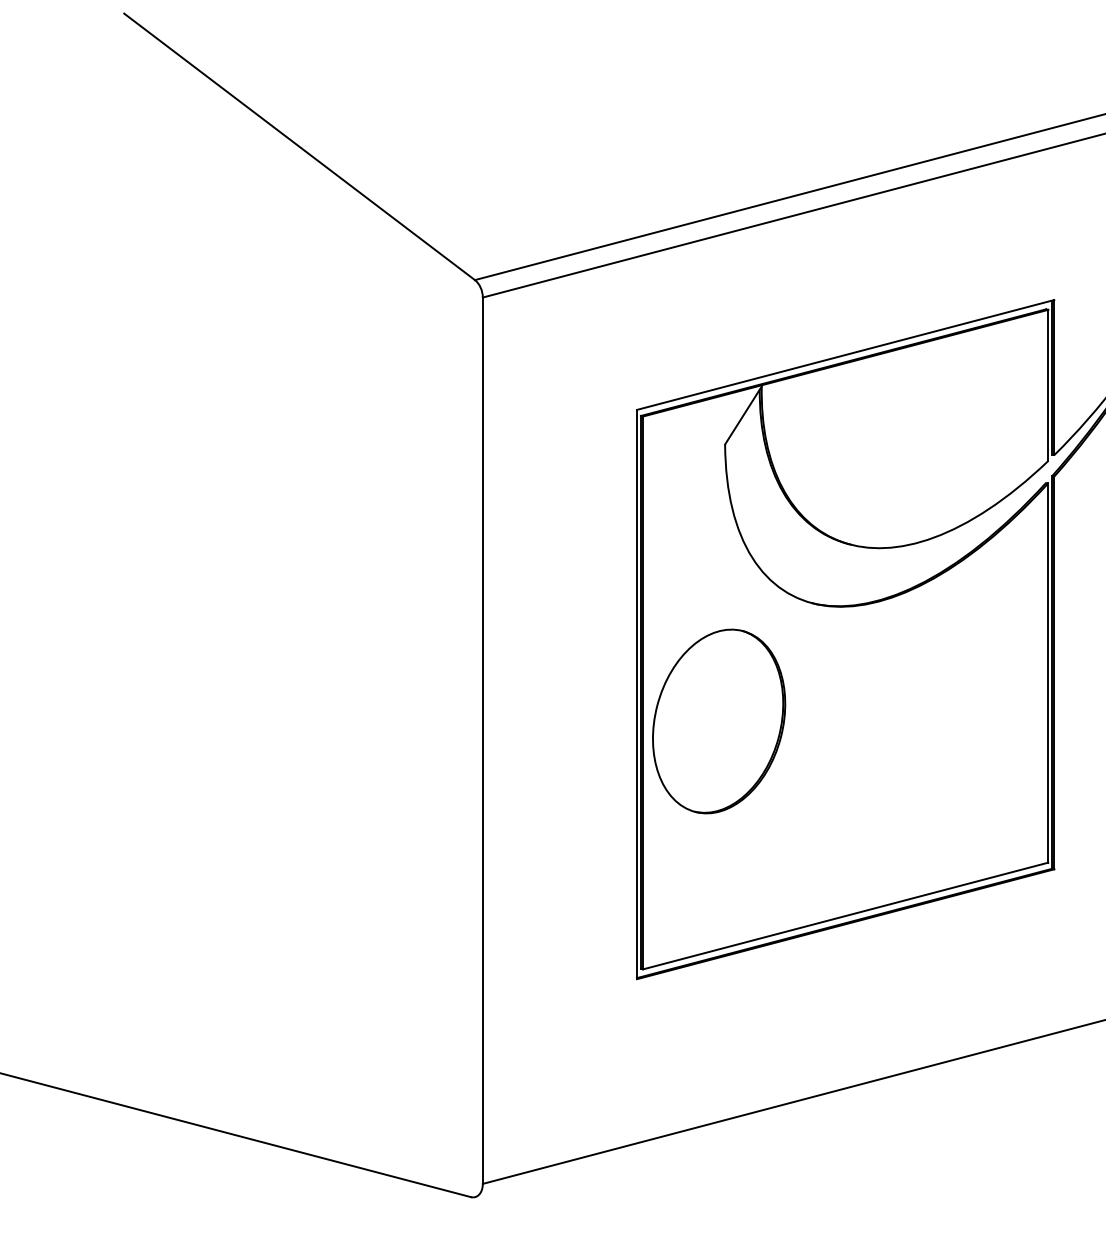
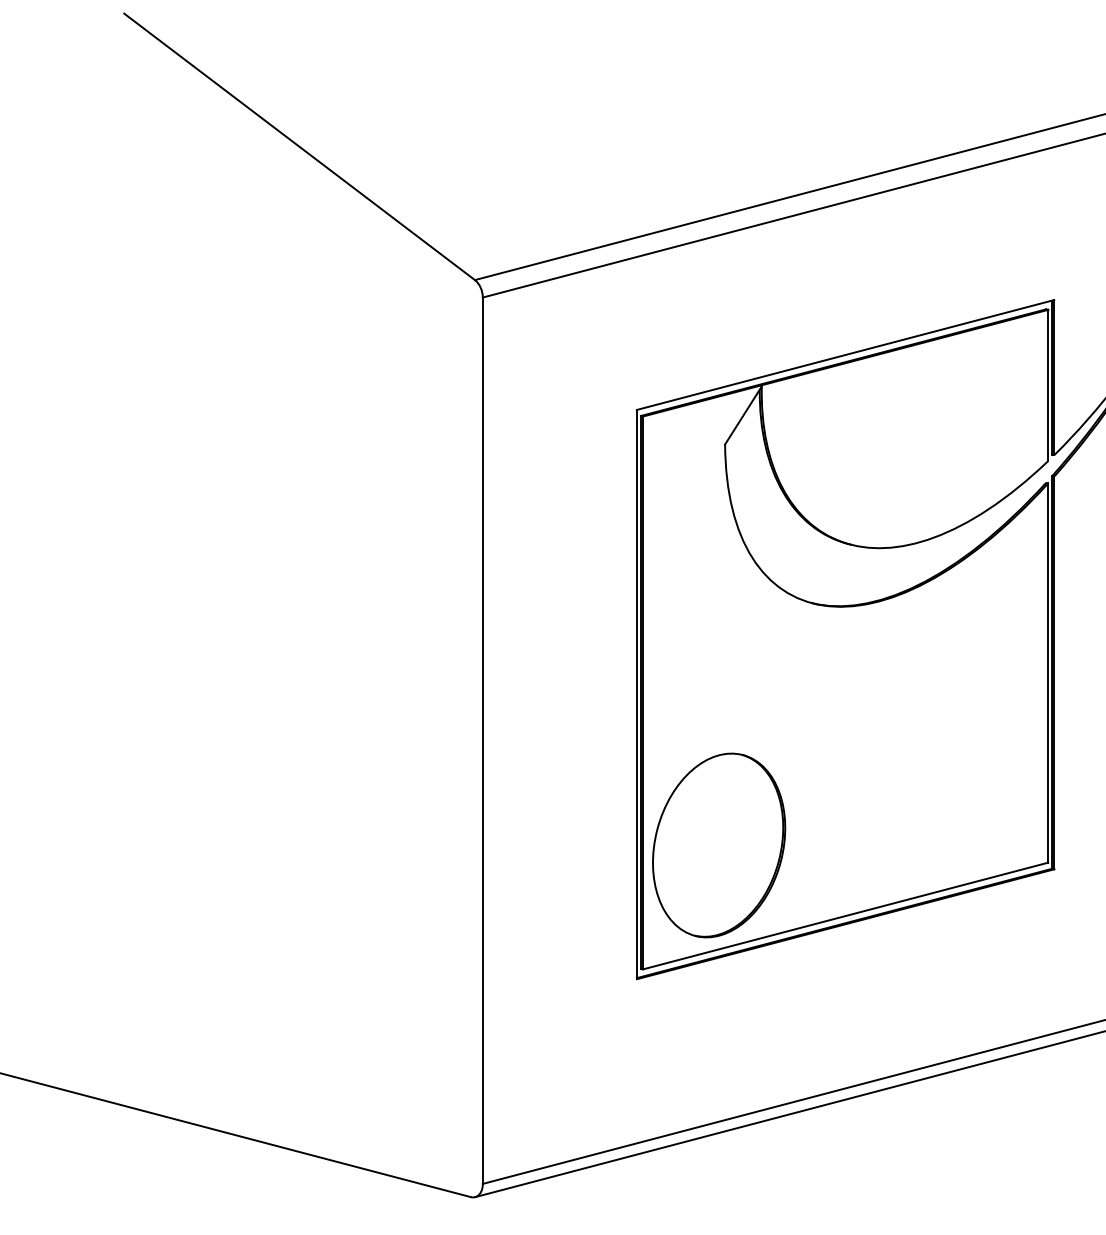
part at (719, 721) position: (719, 721) -> (719, 845)
line at (788, 1114): none -> present
